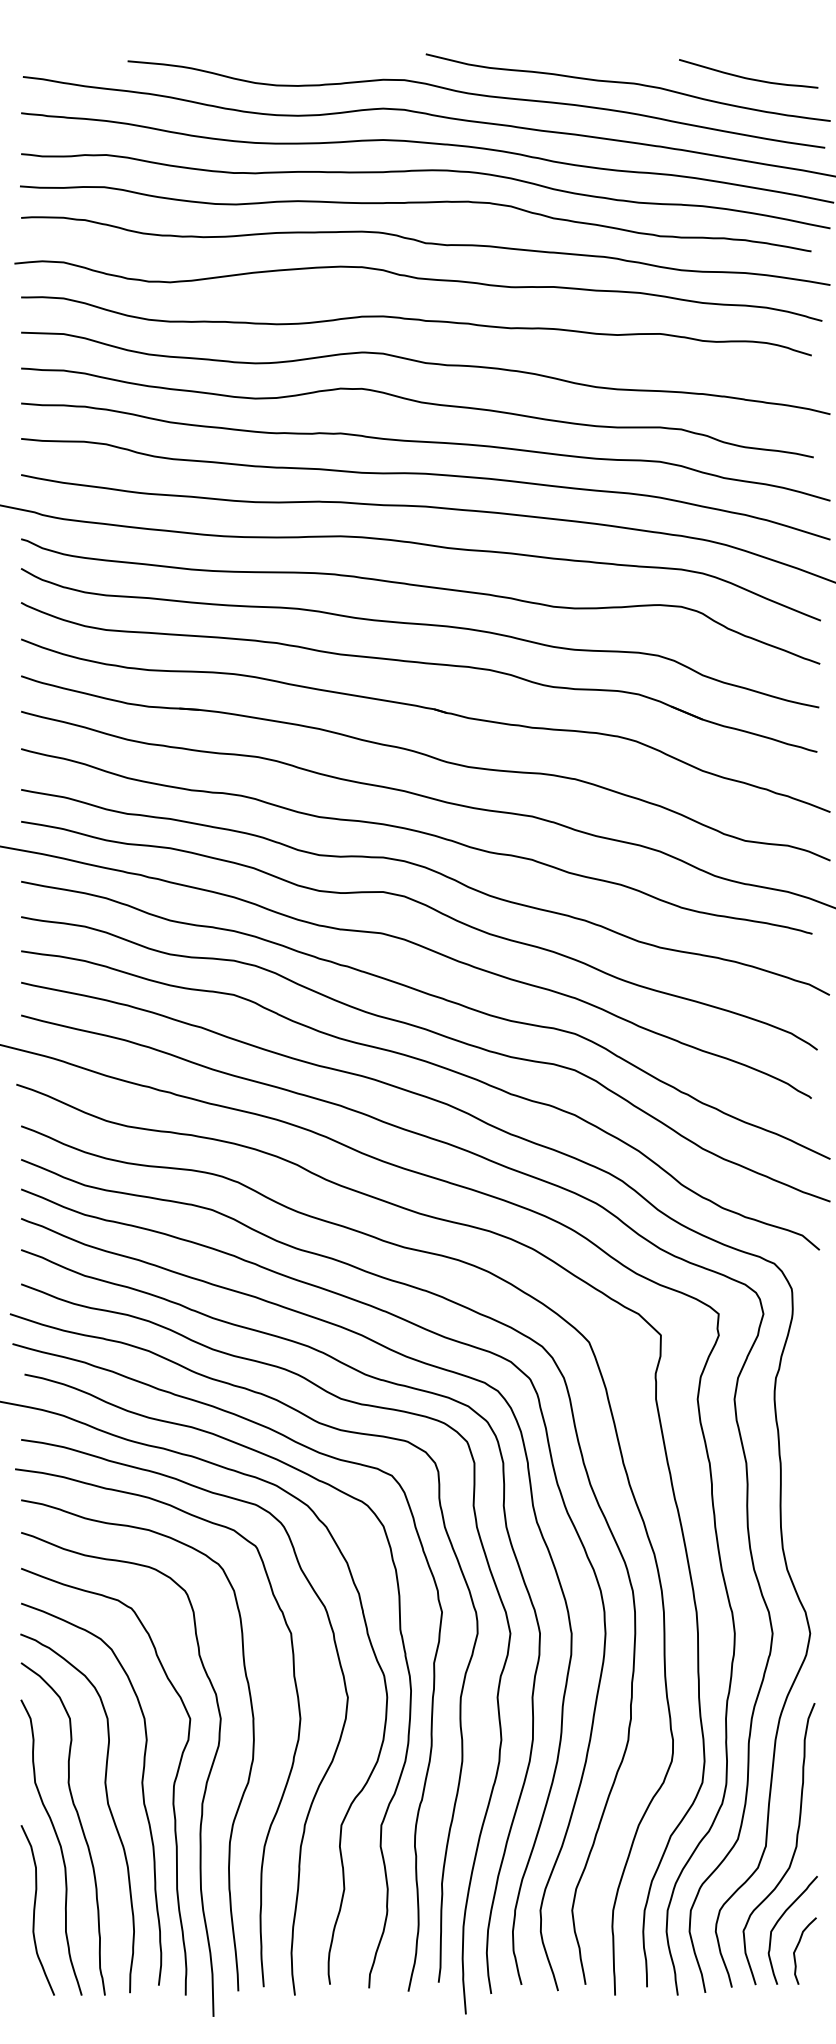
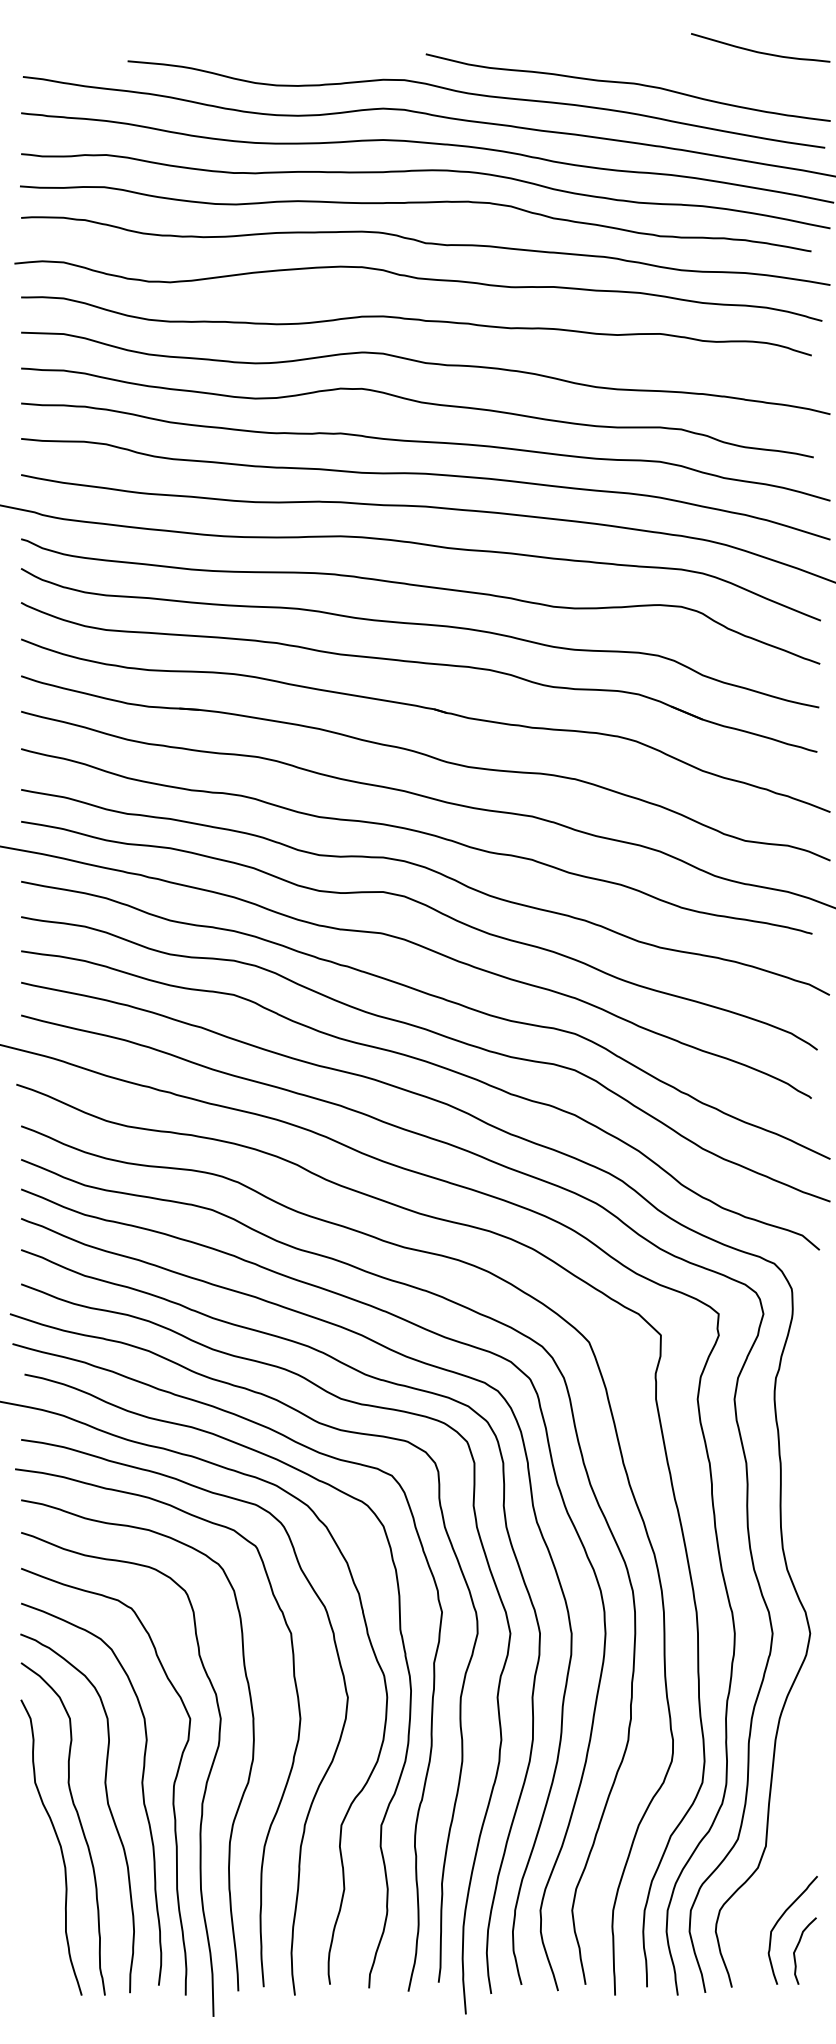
curve at (748, 77) position: (748, 77) -> (760, 51)
curve at (794, 1848): present -> none
curve at (35, 1910): present -> none
